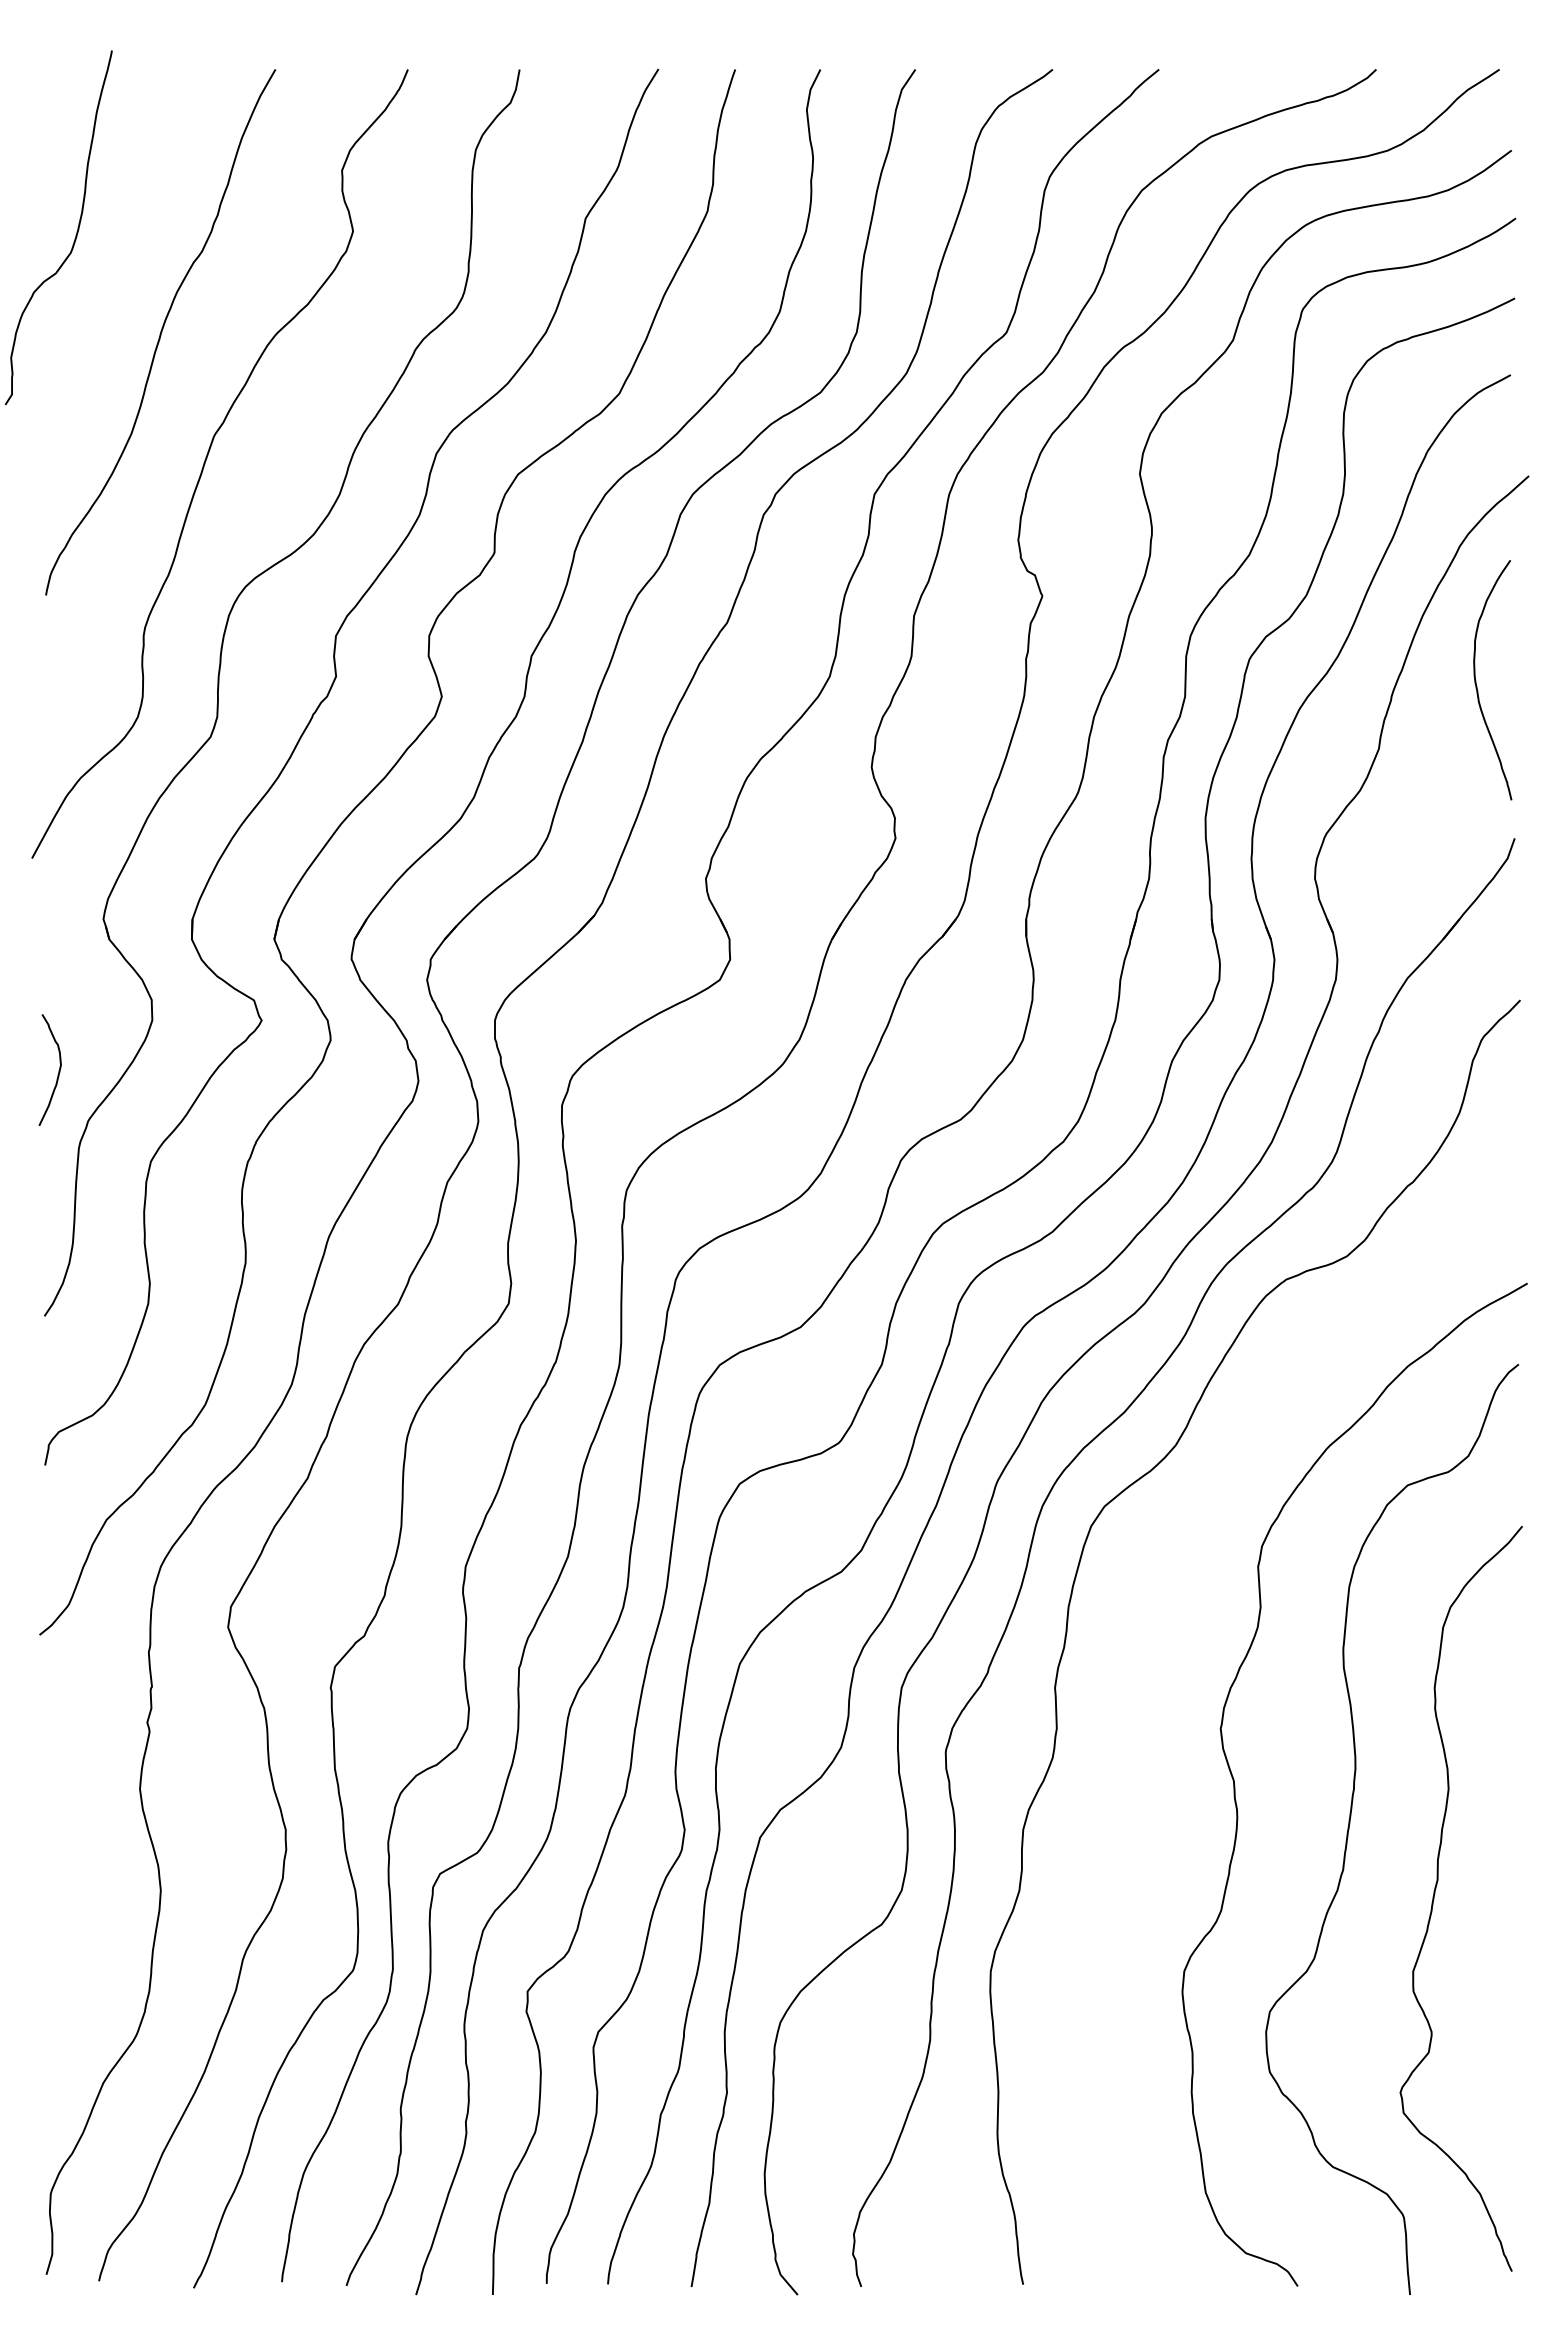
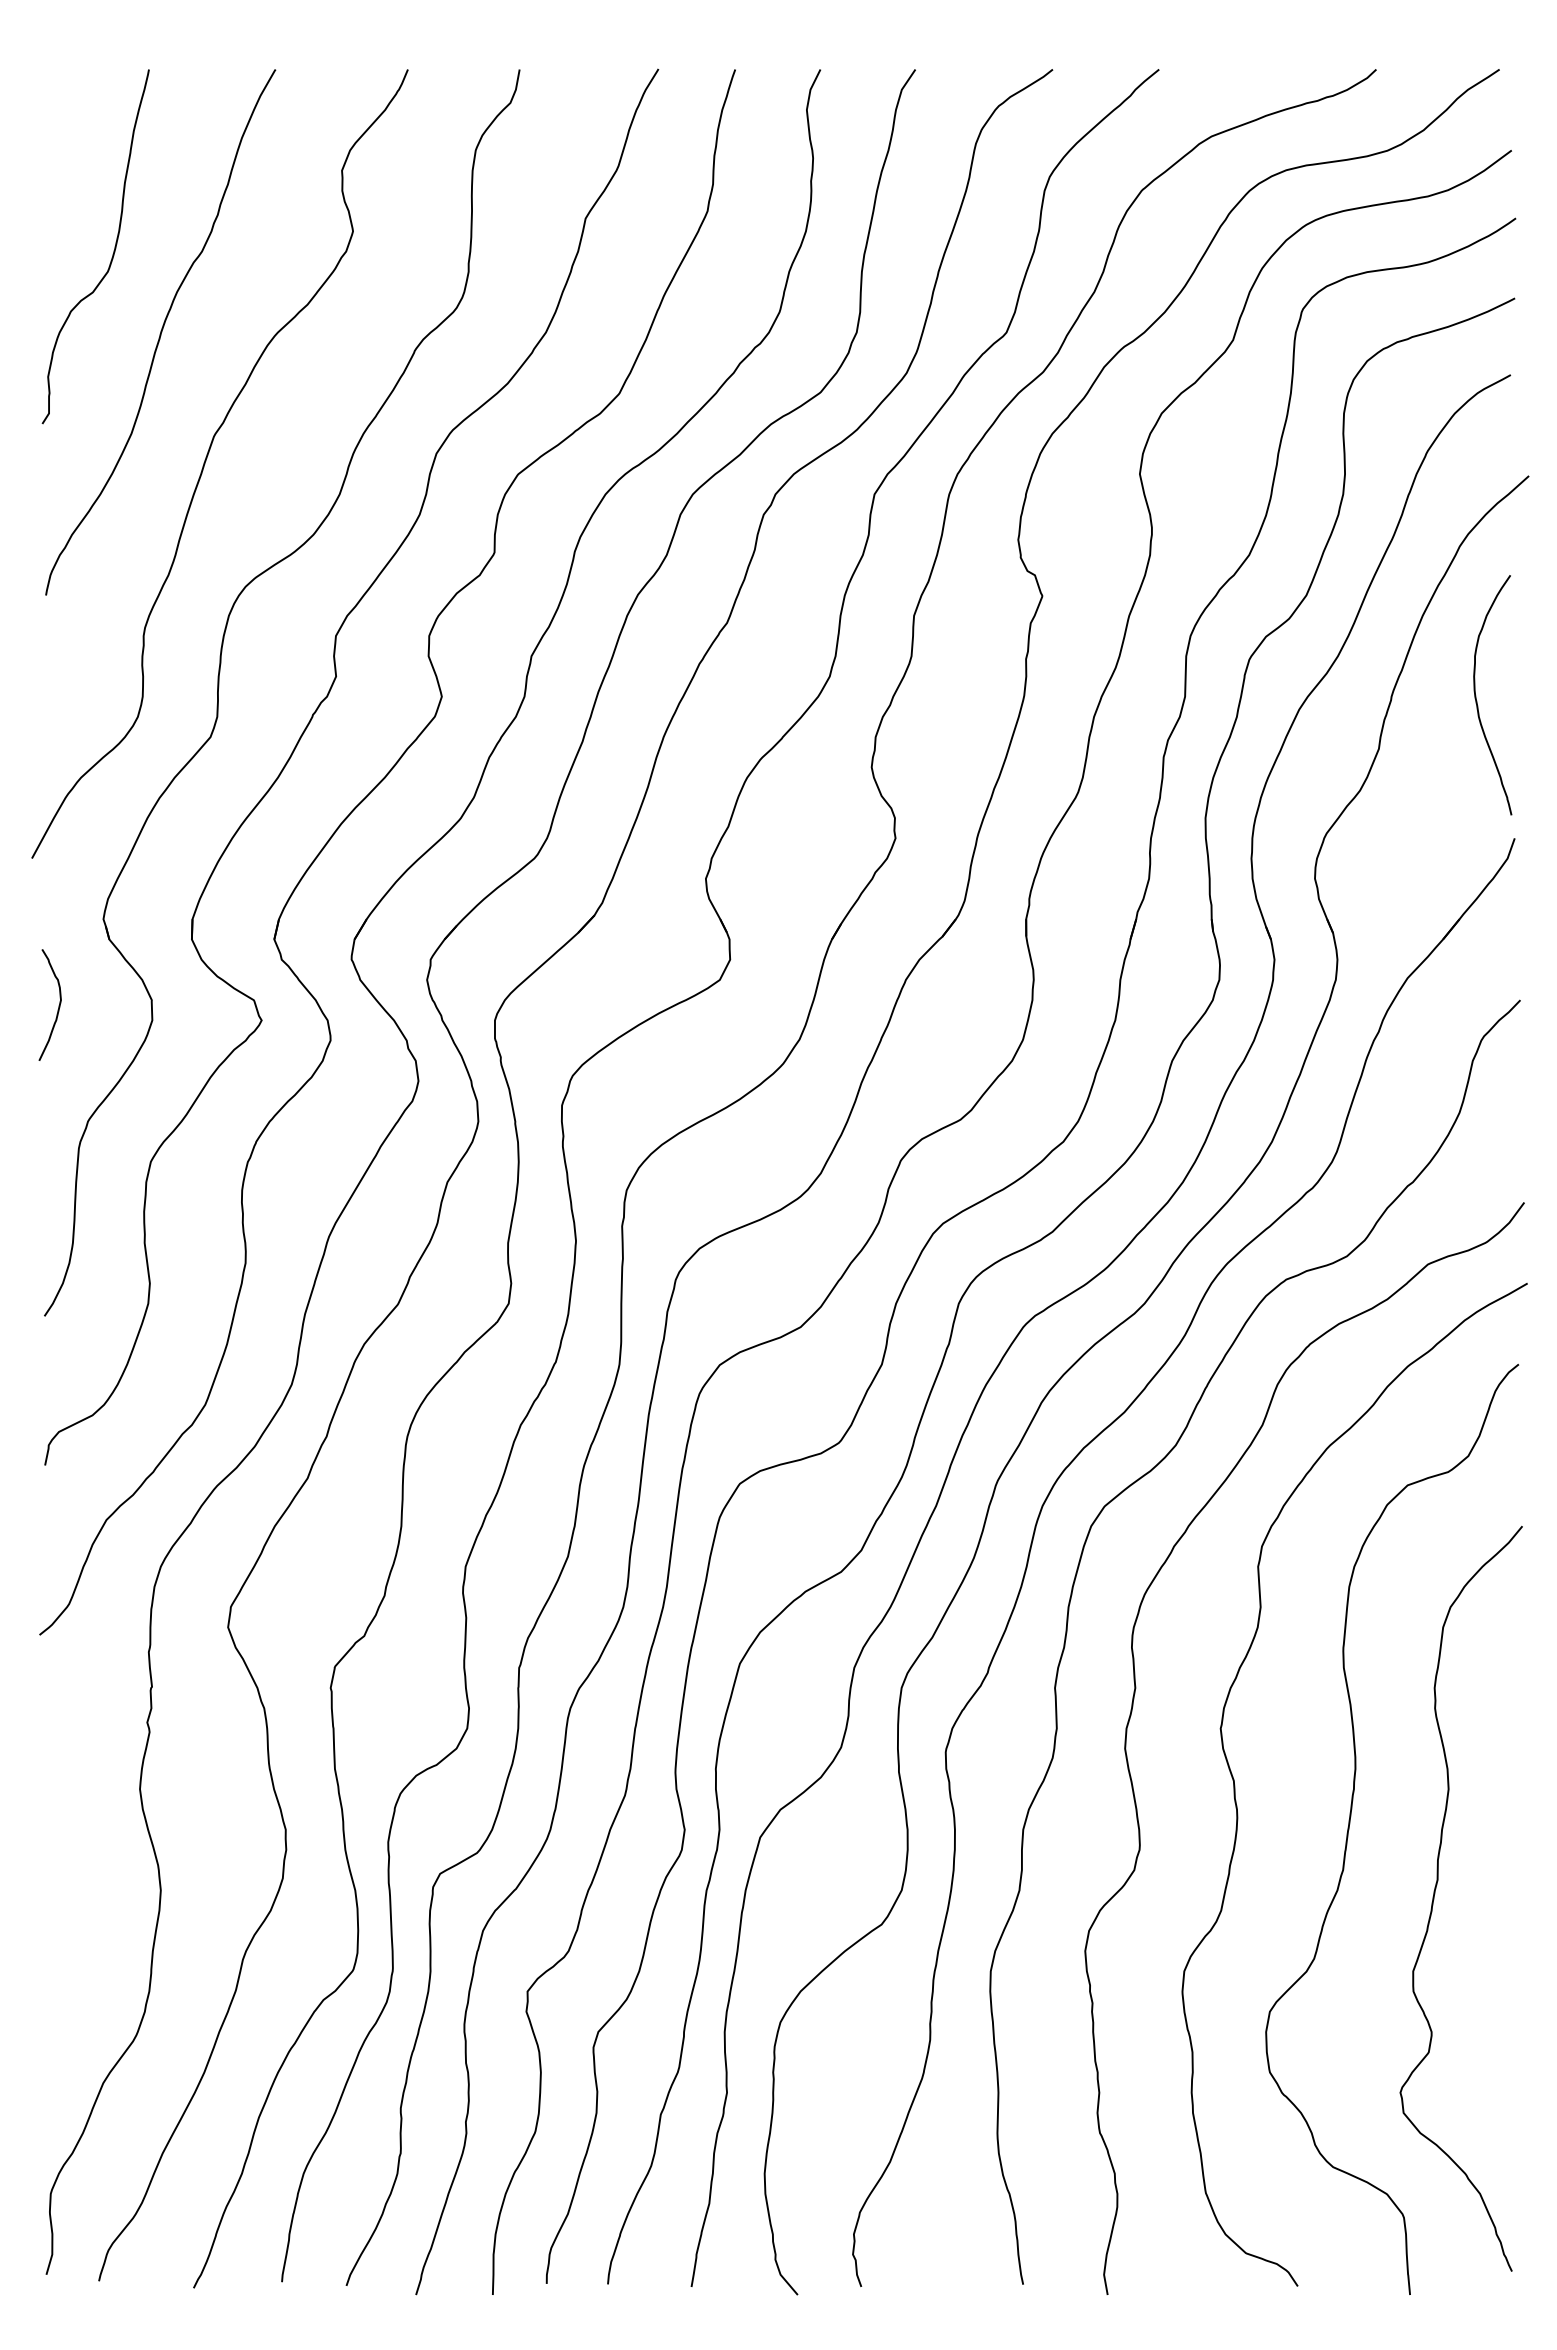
curve at (76, 231) position: (76, 231) -> (113, 250)
curve at (1476, 680) position: (1476, 680) -> (1476, 695)
curve at (58, 1070) position: (58, 1070) -> (58, 1005)
curve at (1132, 1780): none -> present
